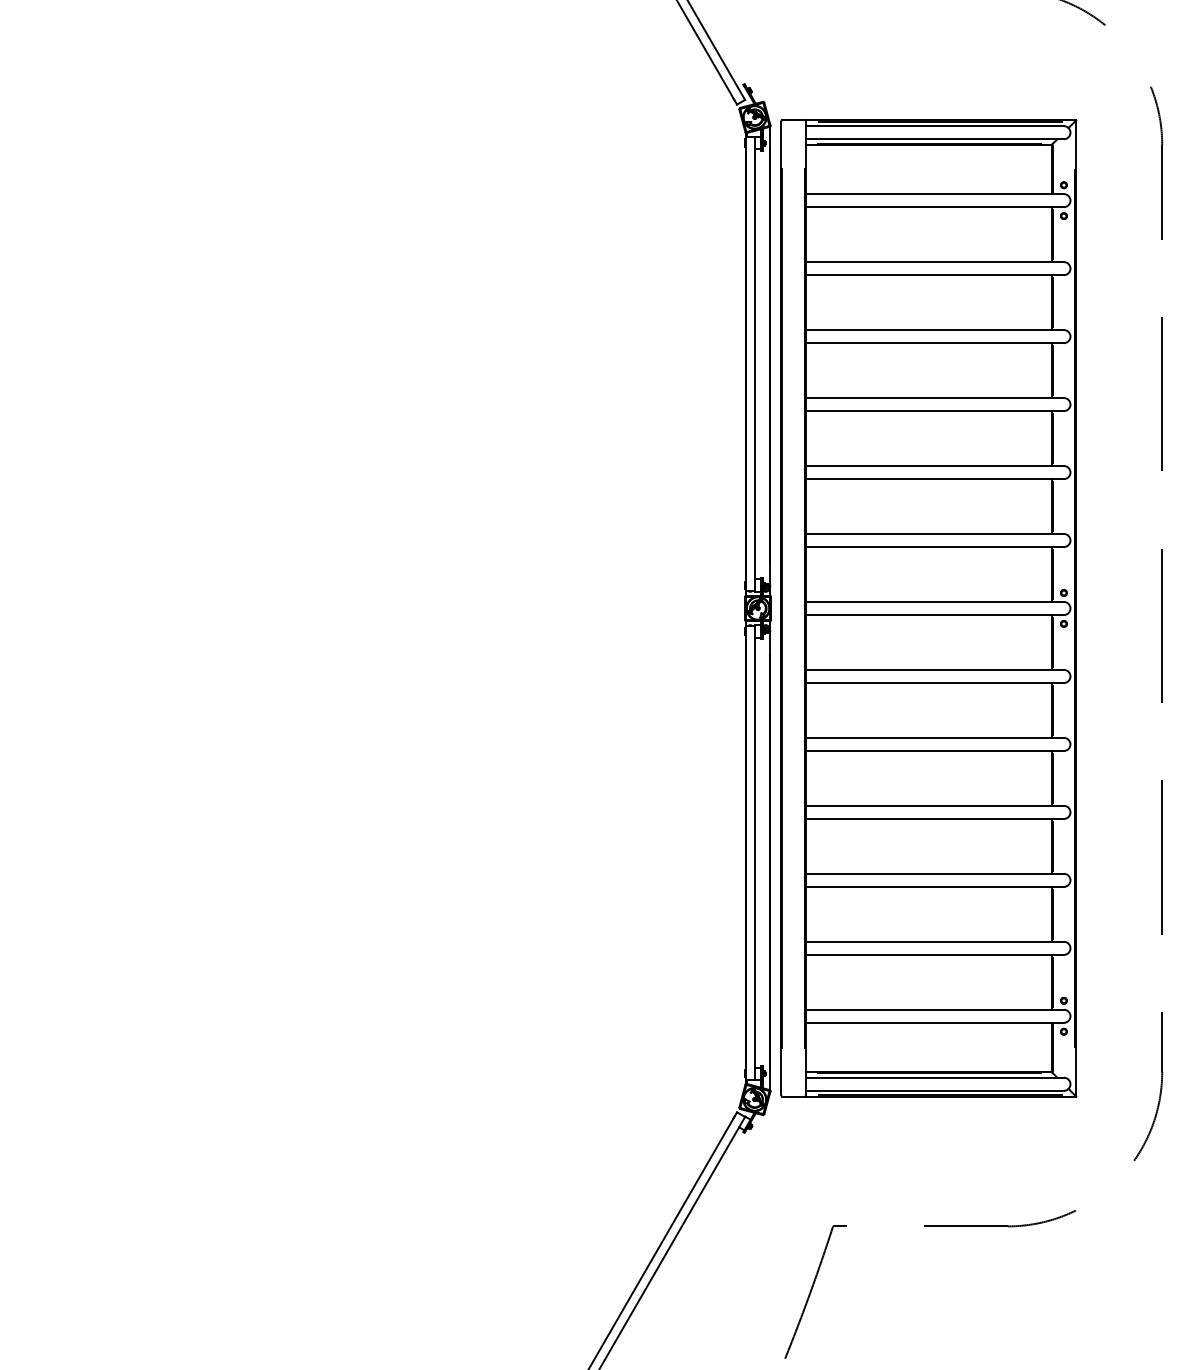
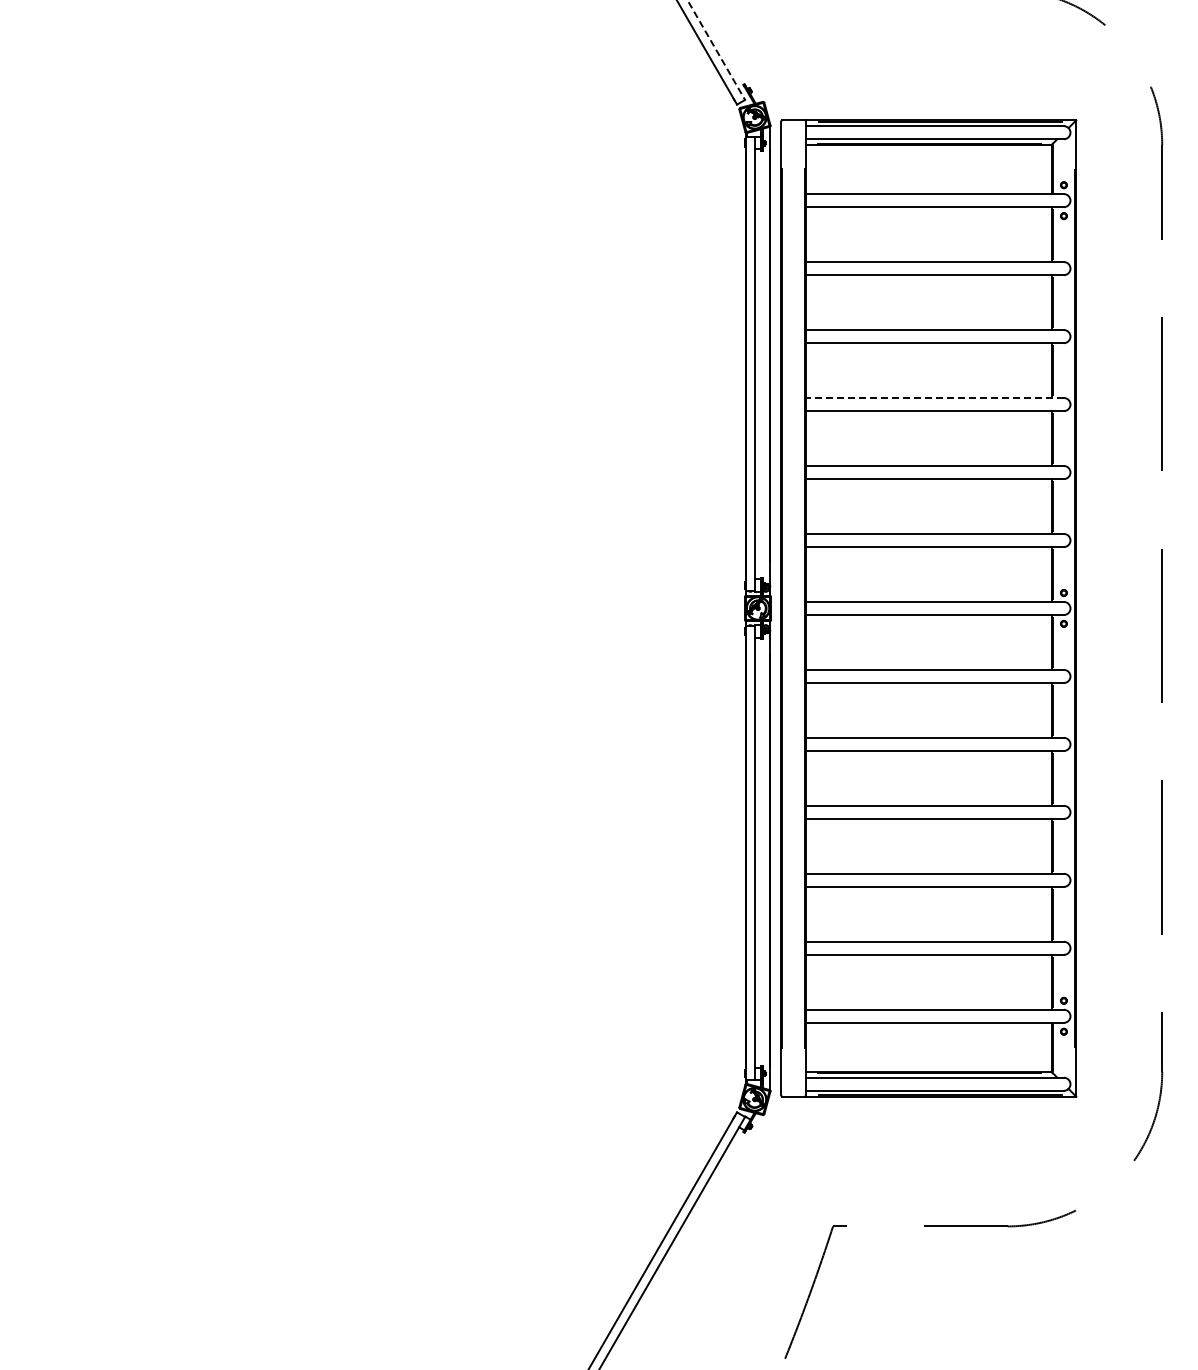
line at (716, 50): solid -> dashed
line at (934, 398): solid -> dashed
